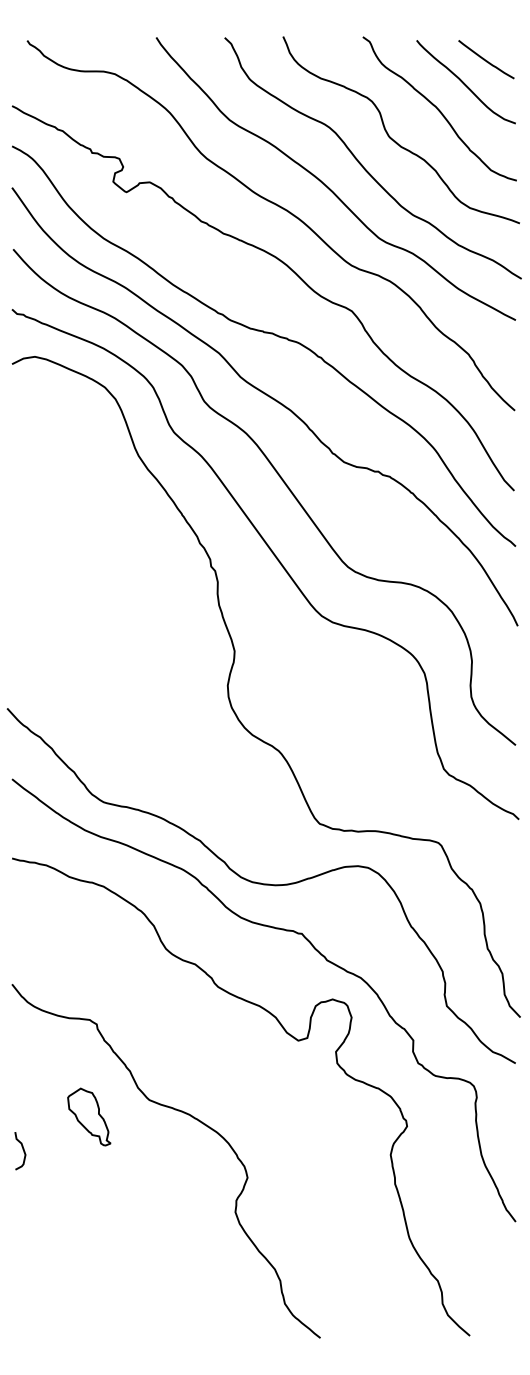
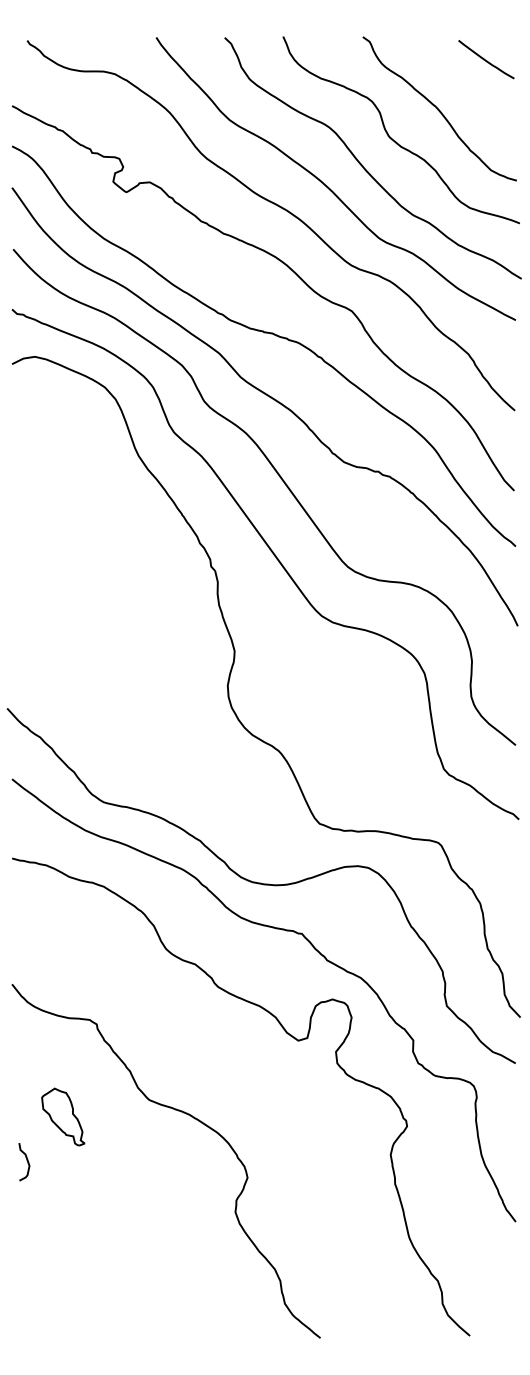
curve at (464, 82): present -> none
part at (89, 1116) position: (89, 1116) -> (63, 1116)
curve at (22, 1149) position: (22, 1149) -> (26, 1160)
